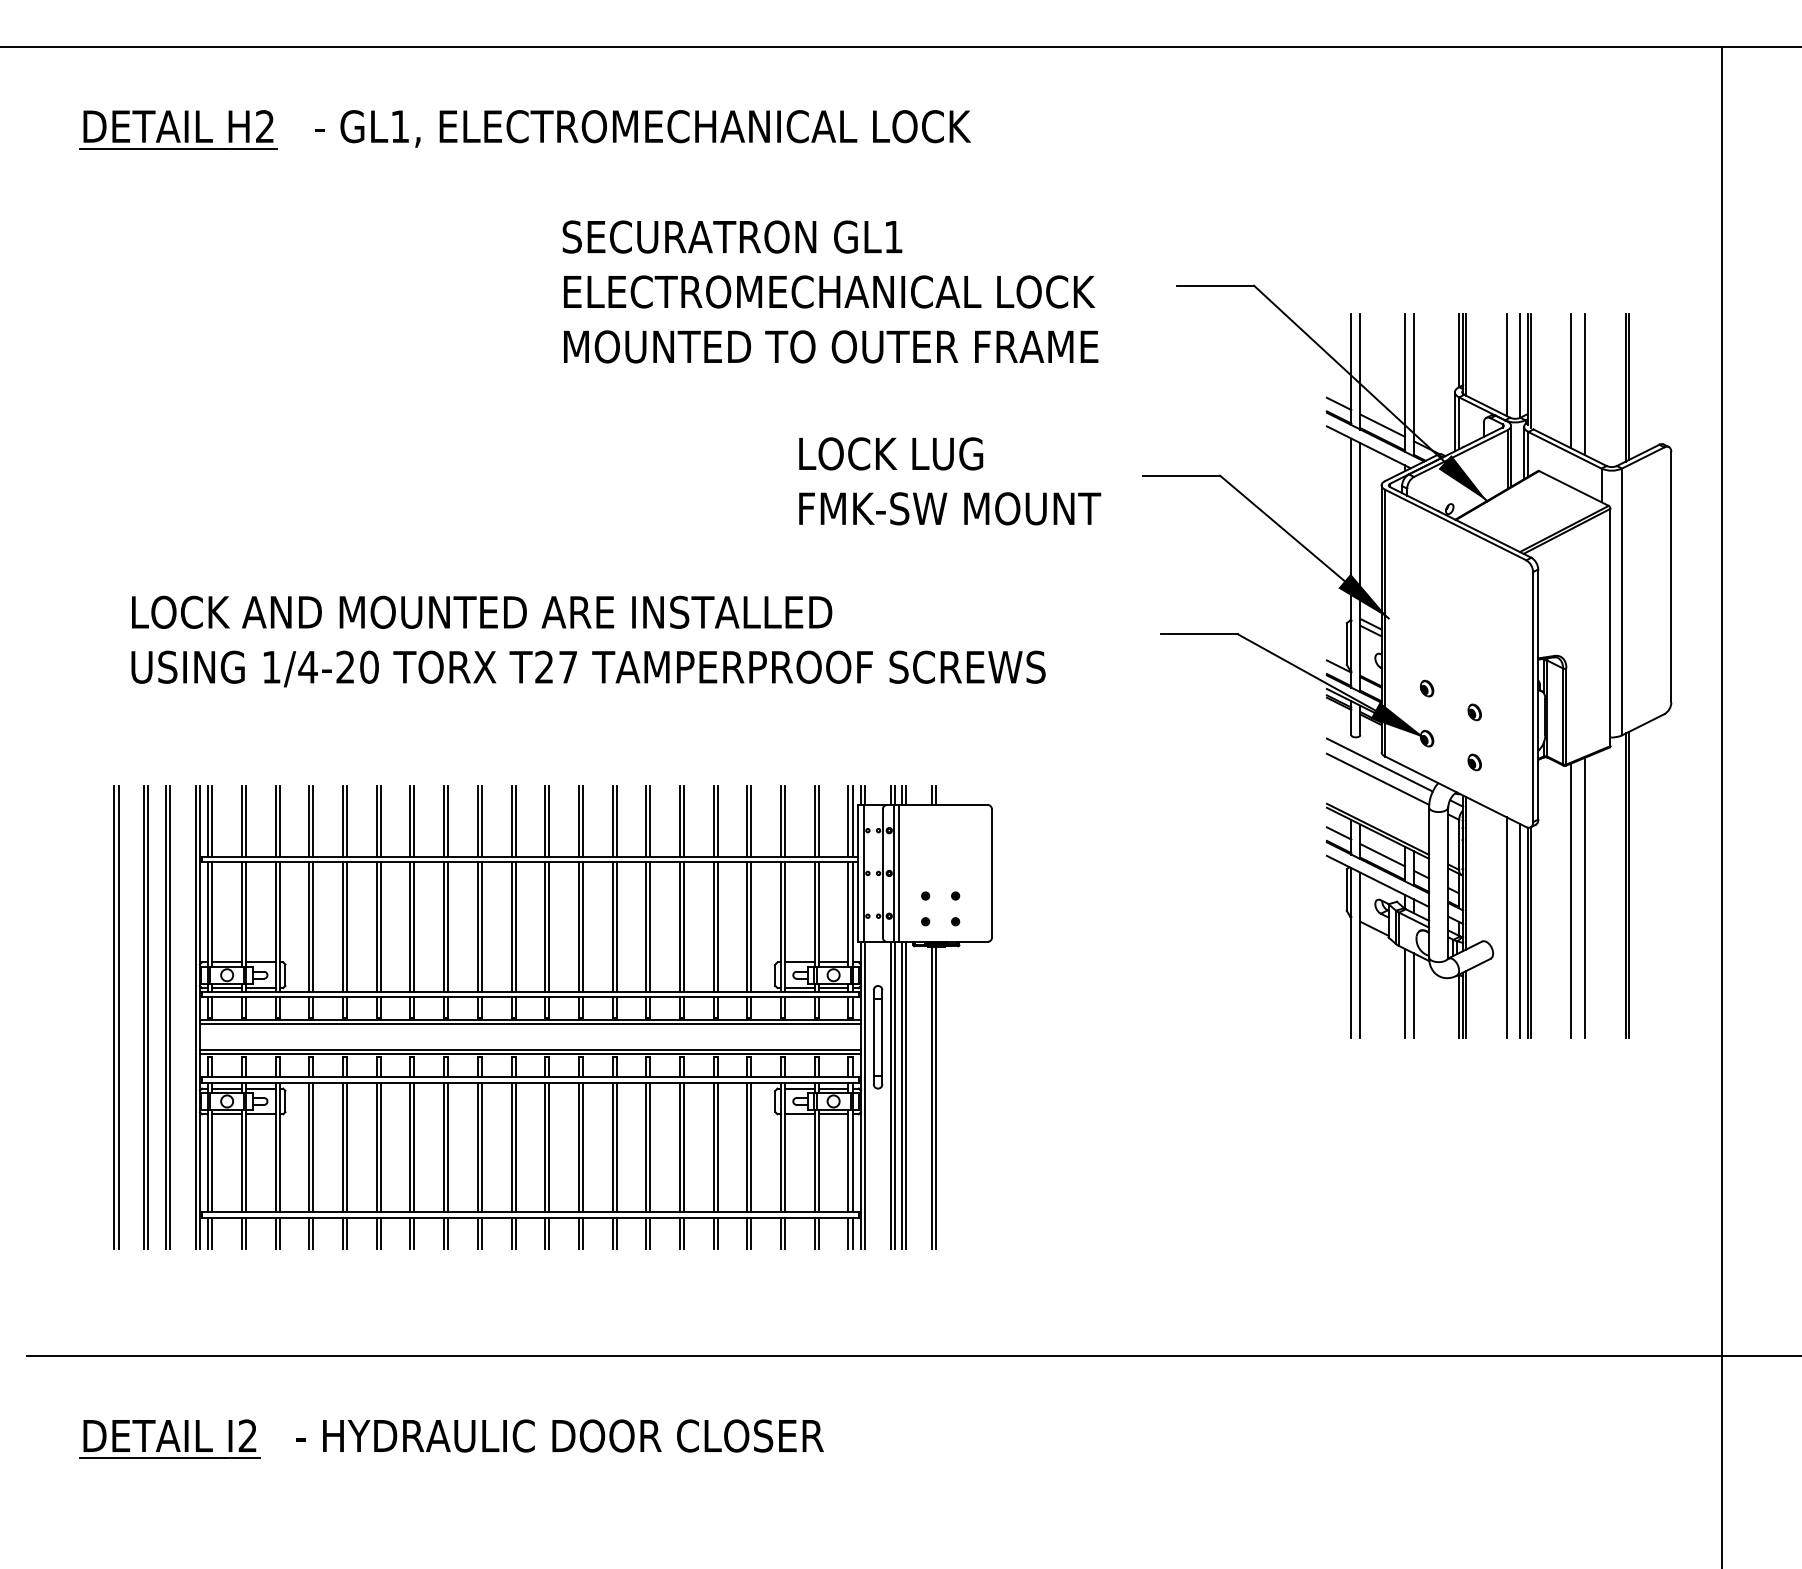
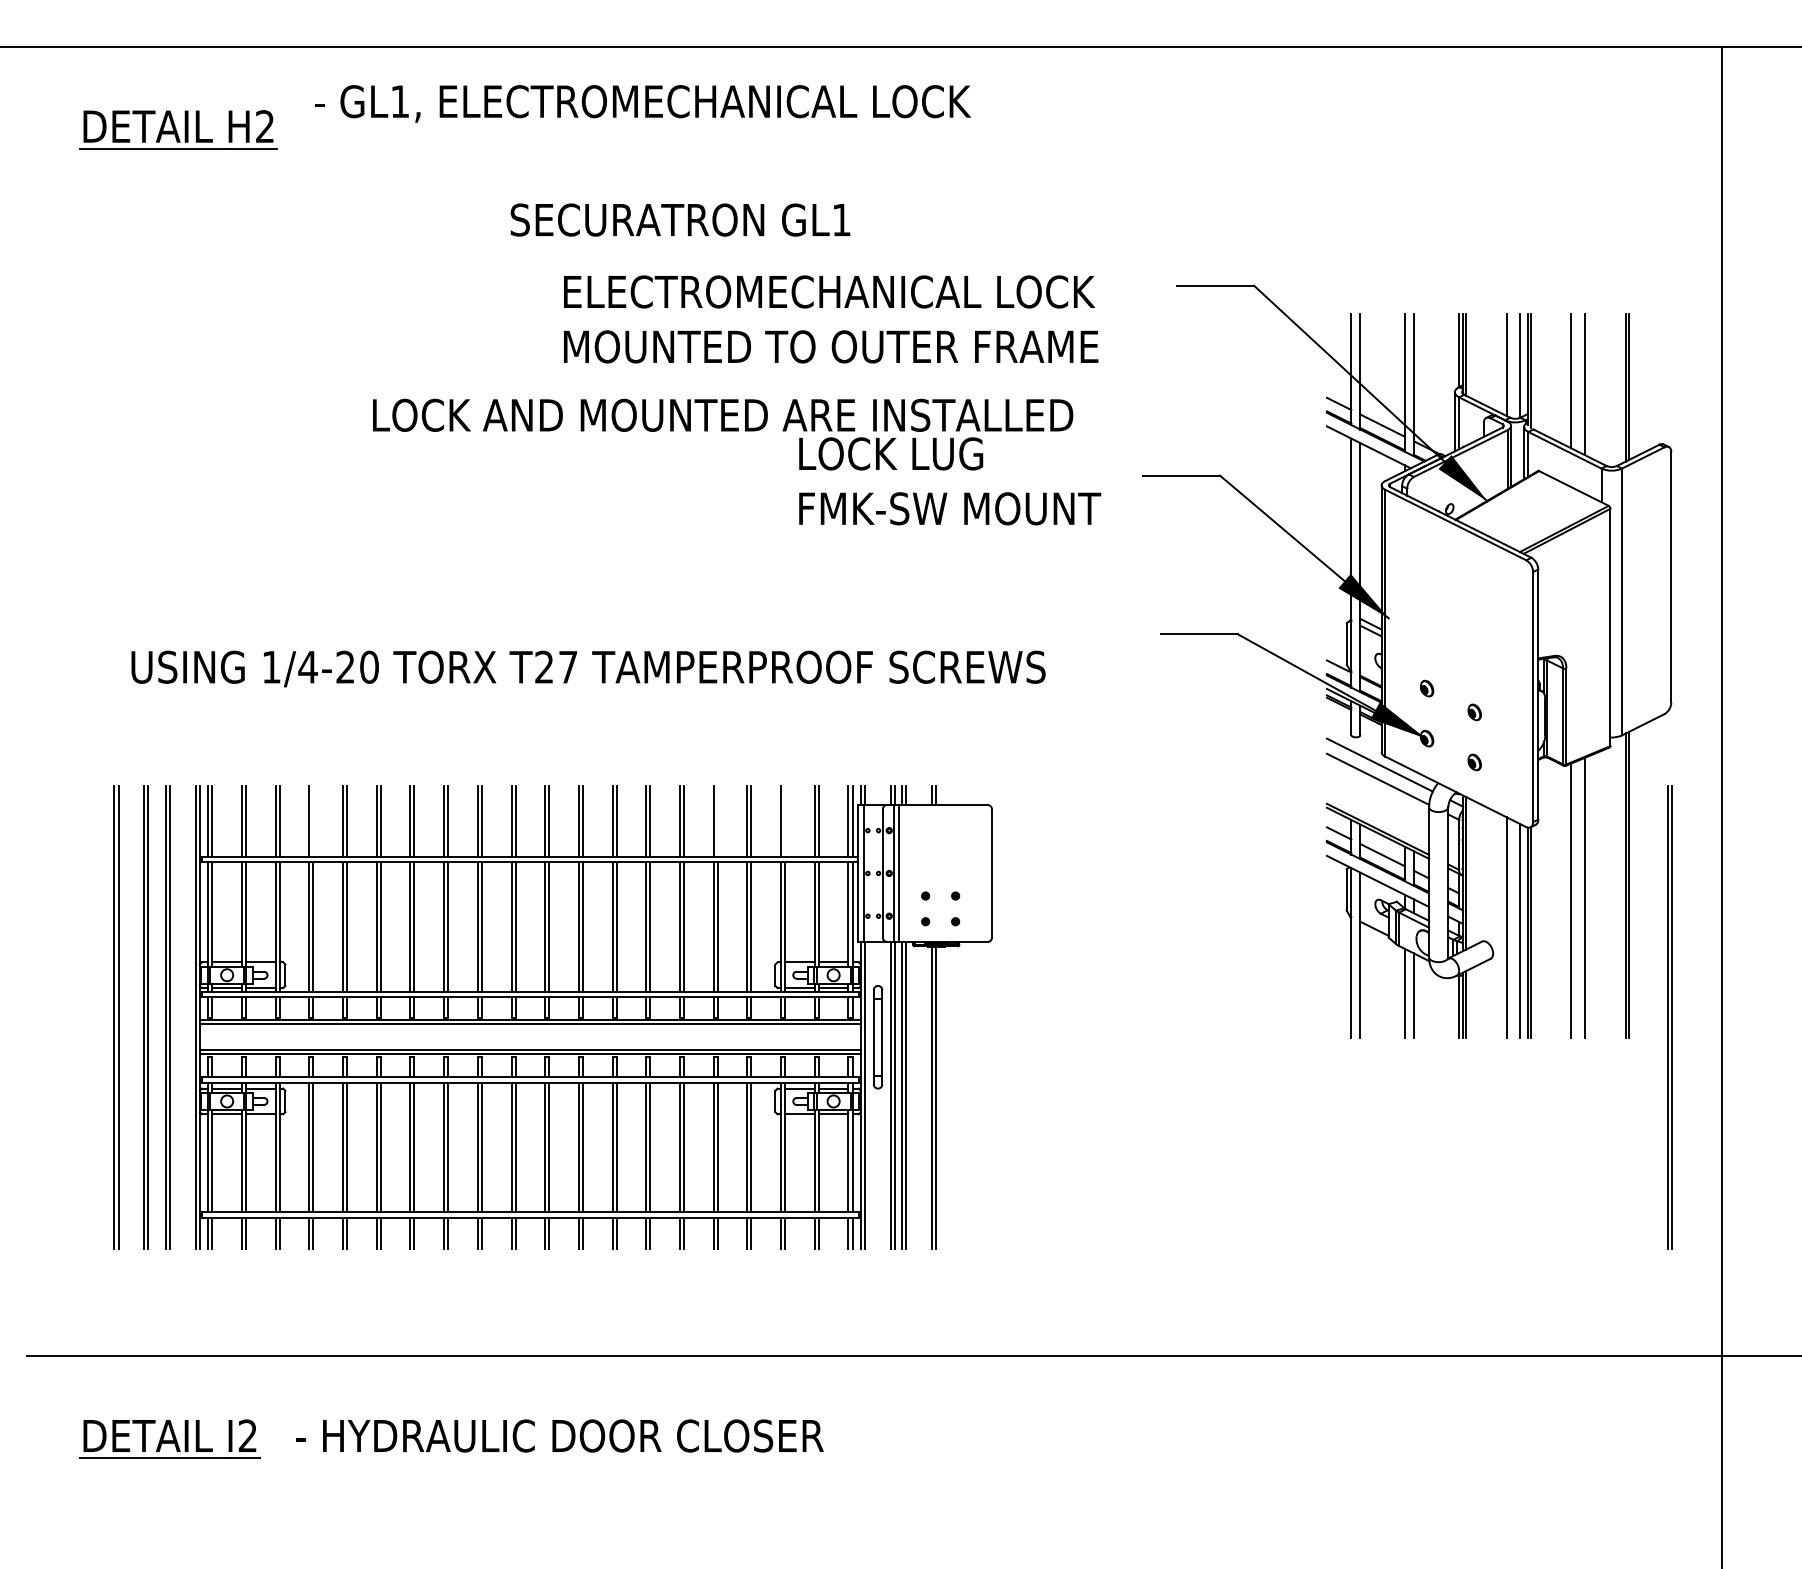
text at (642, 128) position: (642, 128) -> (642, 103)
text at (732, 236) position: (732, 236) -> (680, 219)
text at (482, 611) position: (482, 611) -> (723, 414)
line at (313, 821): present -> none
line at (717, 821): present -> none
line at (785, 821): present -> none
part at (1669, 1017): none -> present
